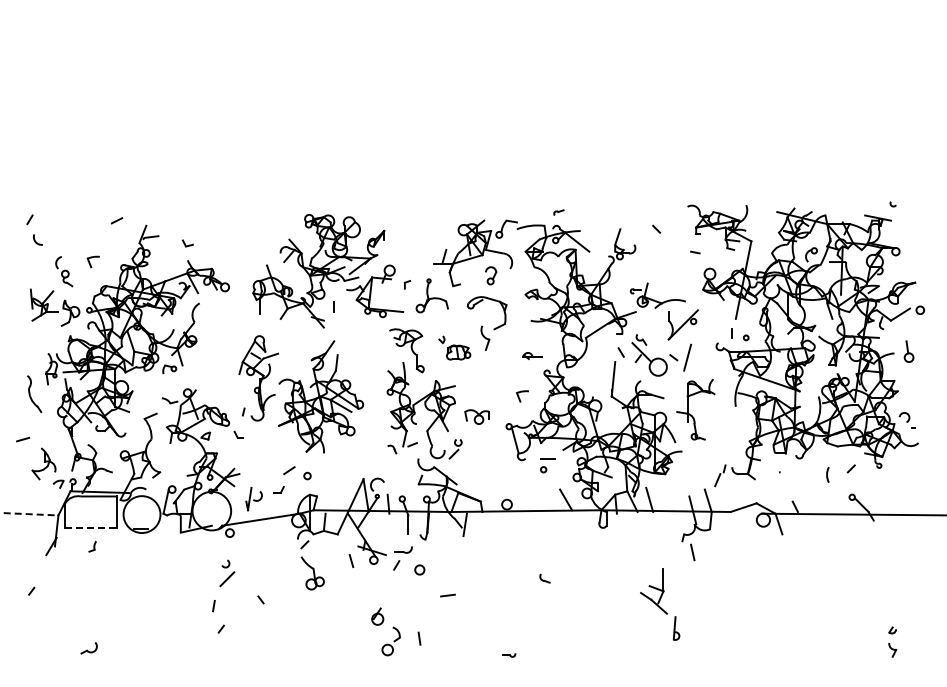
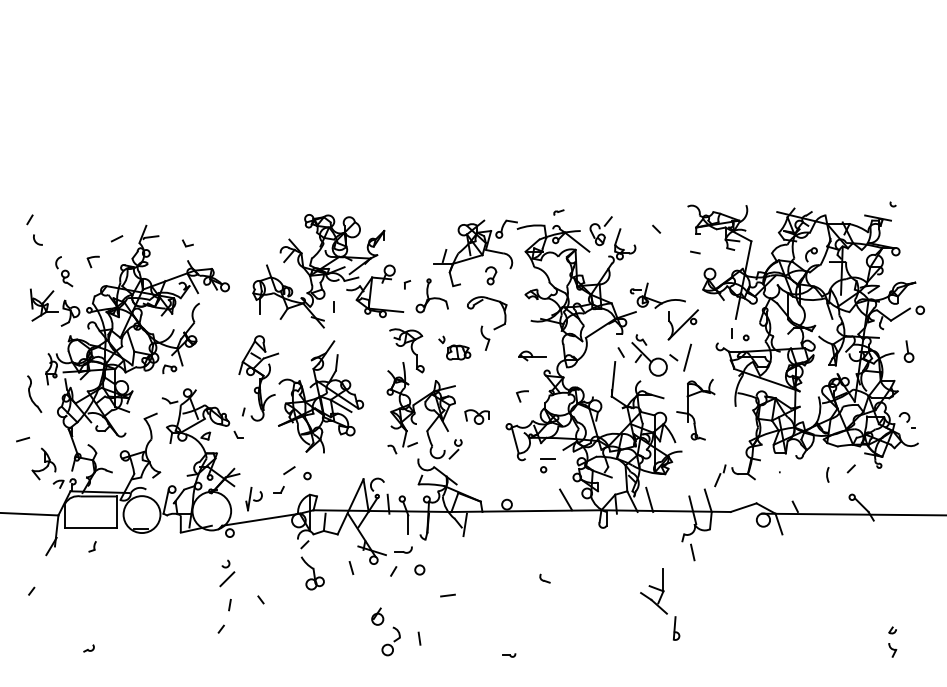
line at (116, 220) position: (116, 220) -> (116, 238)
part at (600, 231): none -> present
part at (532, 355) size: 21x8 px -> 29x12 px
line at (29, 514): dashed -> solid
line at (91, 527): dashed -> solid
line at (351, 560) position: (351, 560) -> (351, 567)
line at (396, 565) position: (396, 565) -> (393, 571)
line at (213, 606) position: (213, 606) -> (229, 605)
part at (88, 648) size: 18x13 px -> 12x9 px
